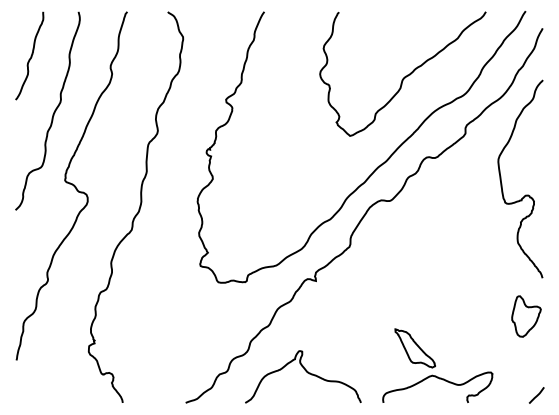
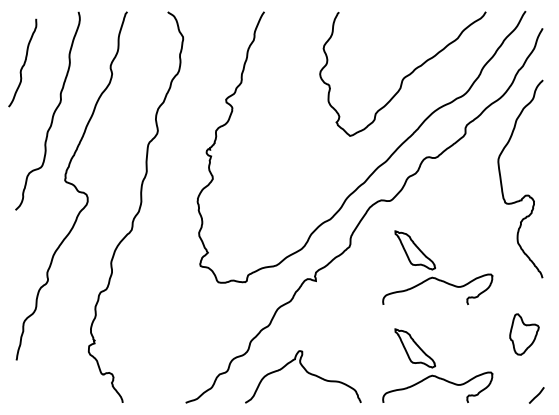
curve at (30, 56) position: (30, 56) -> (23, 63)
part at (437, 267): none -> present
part at (526, 316) position: (526, 316) -> (524, 334)
